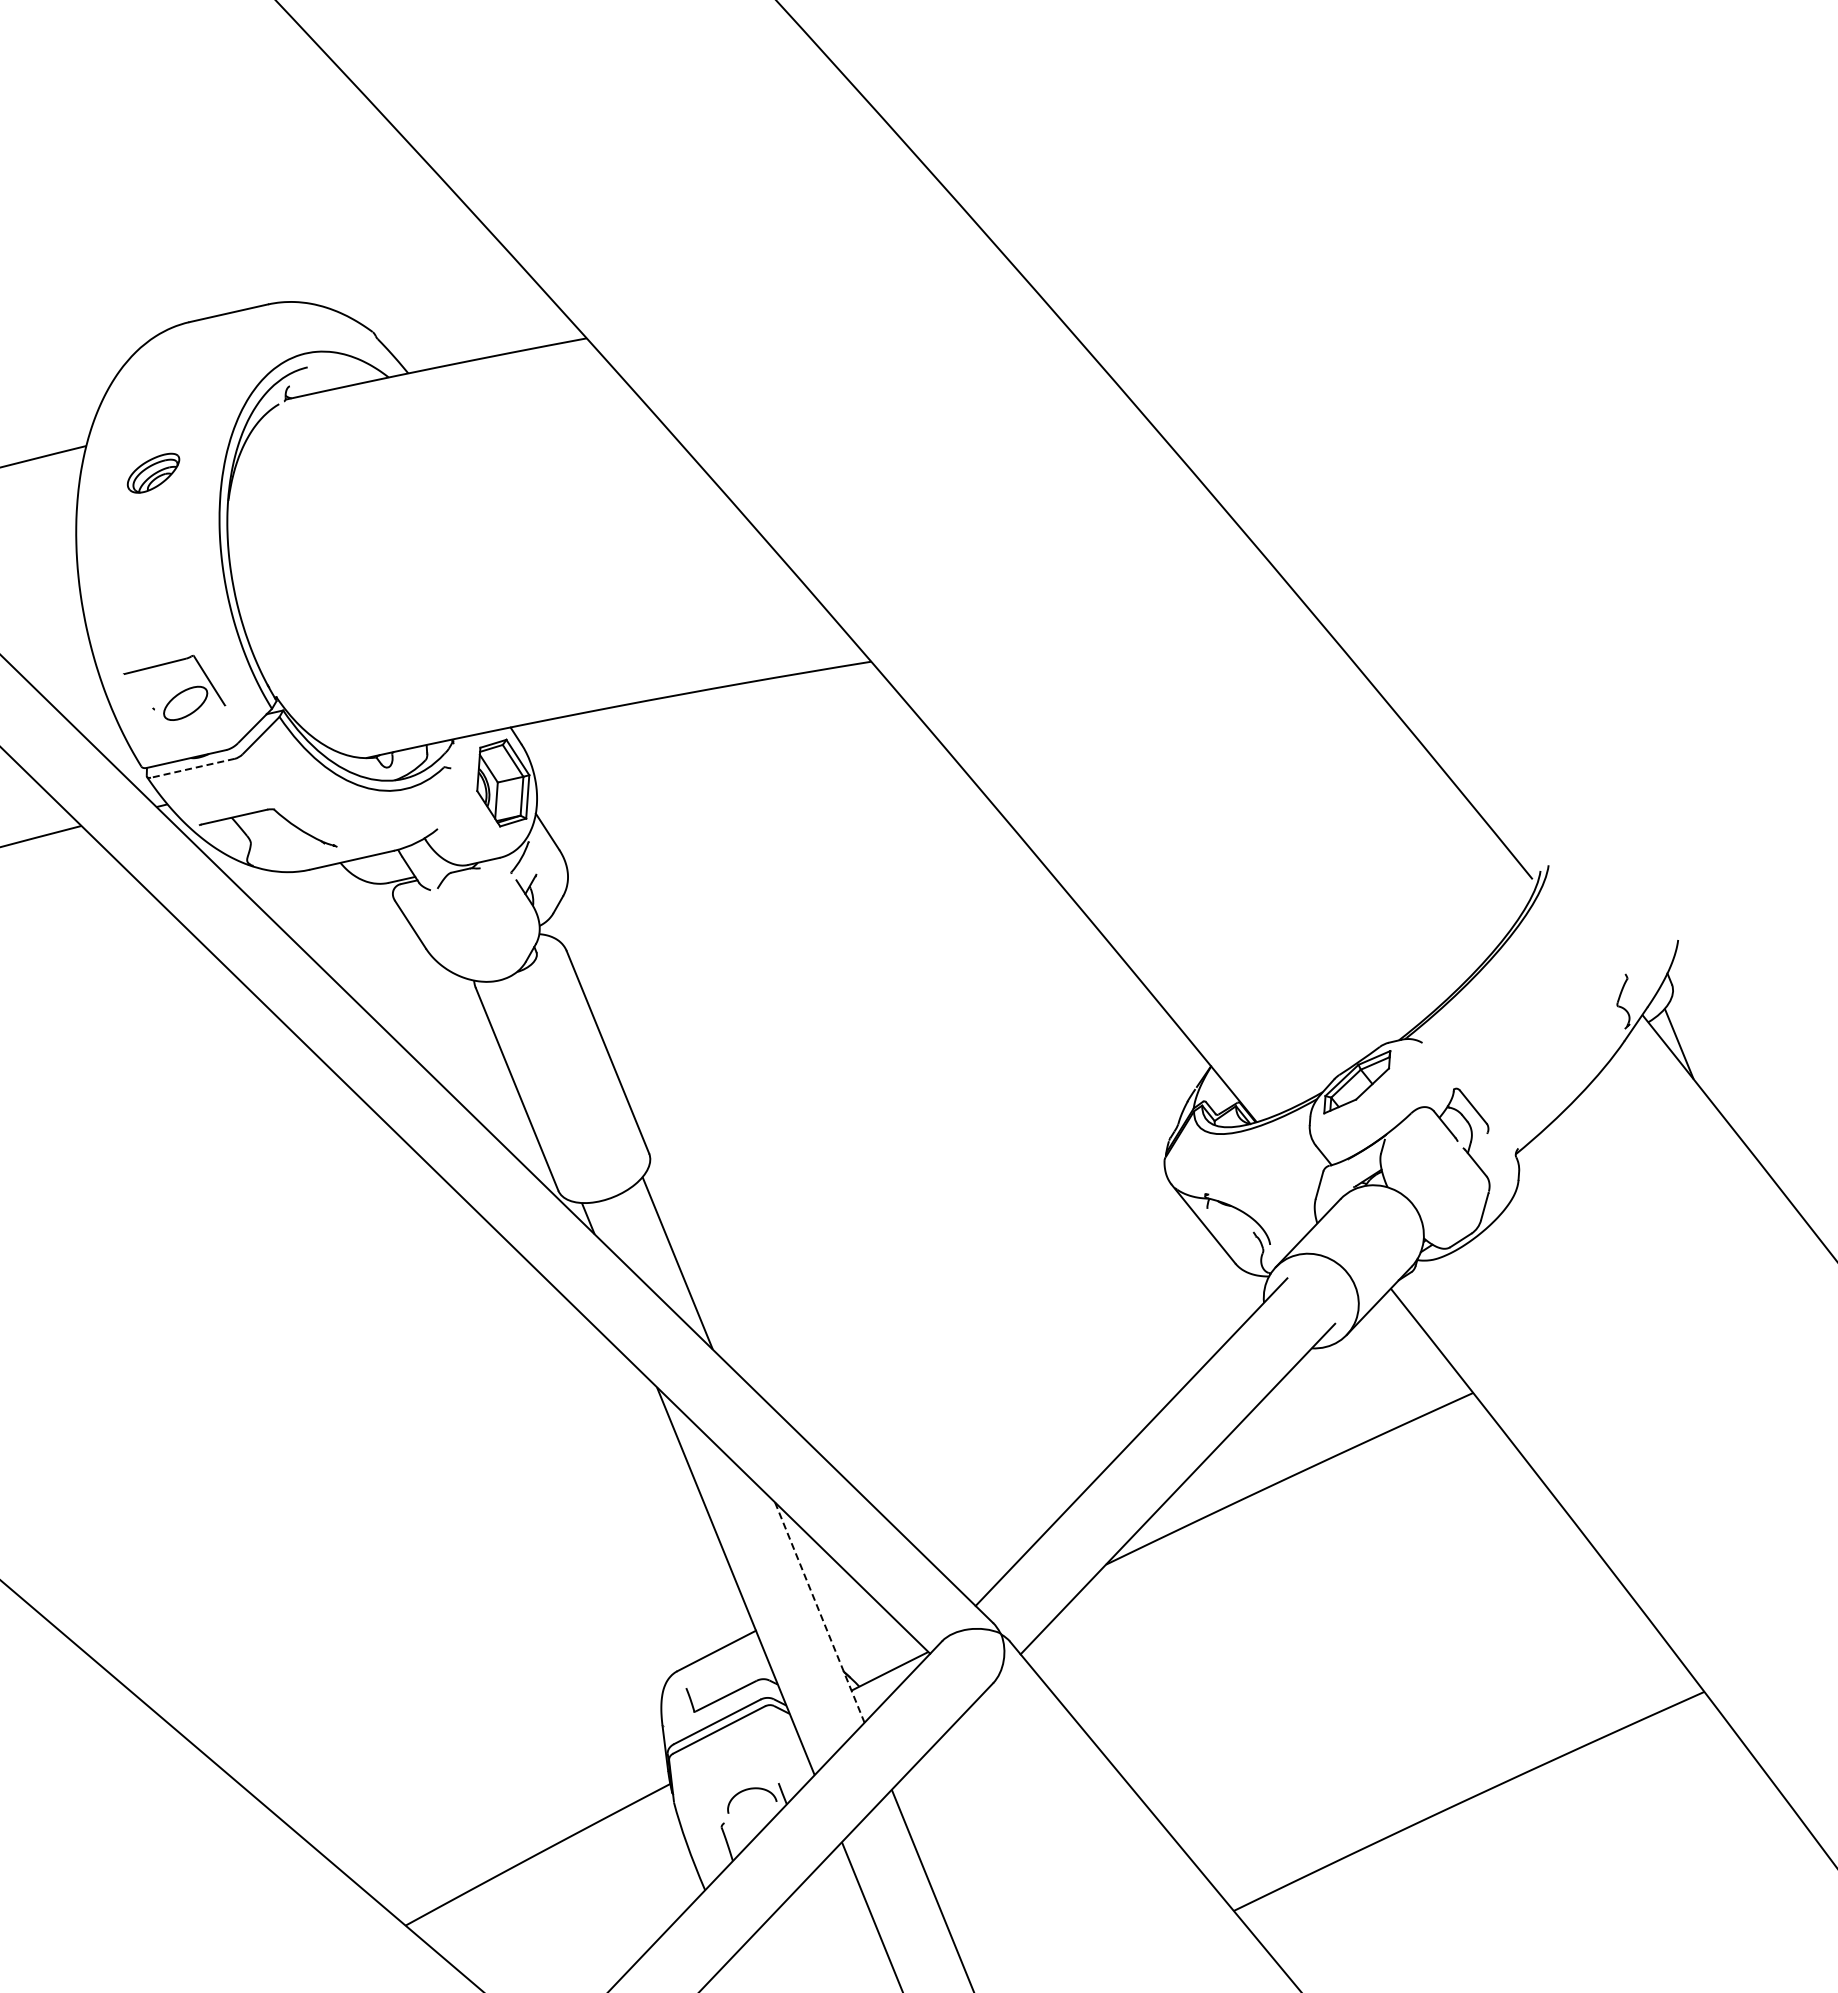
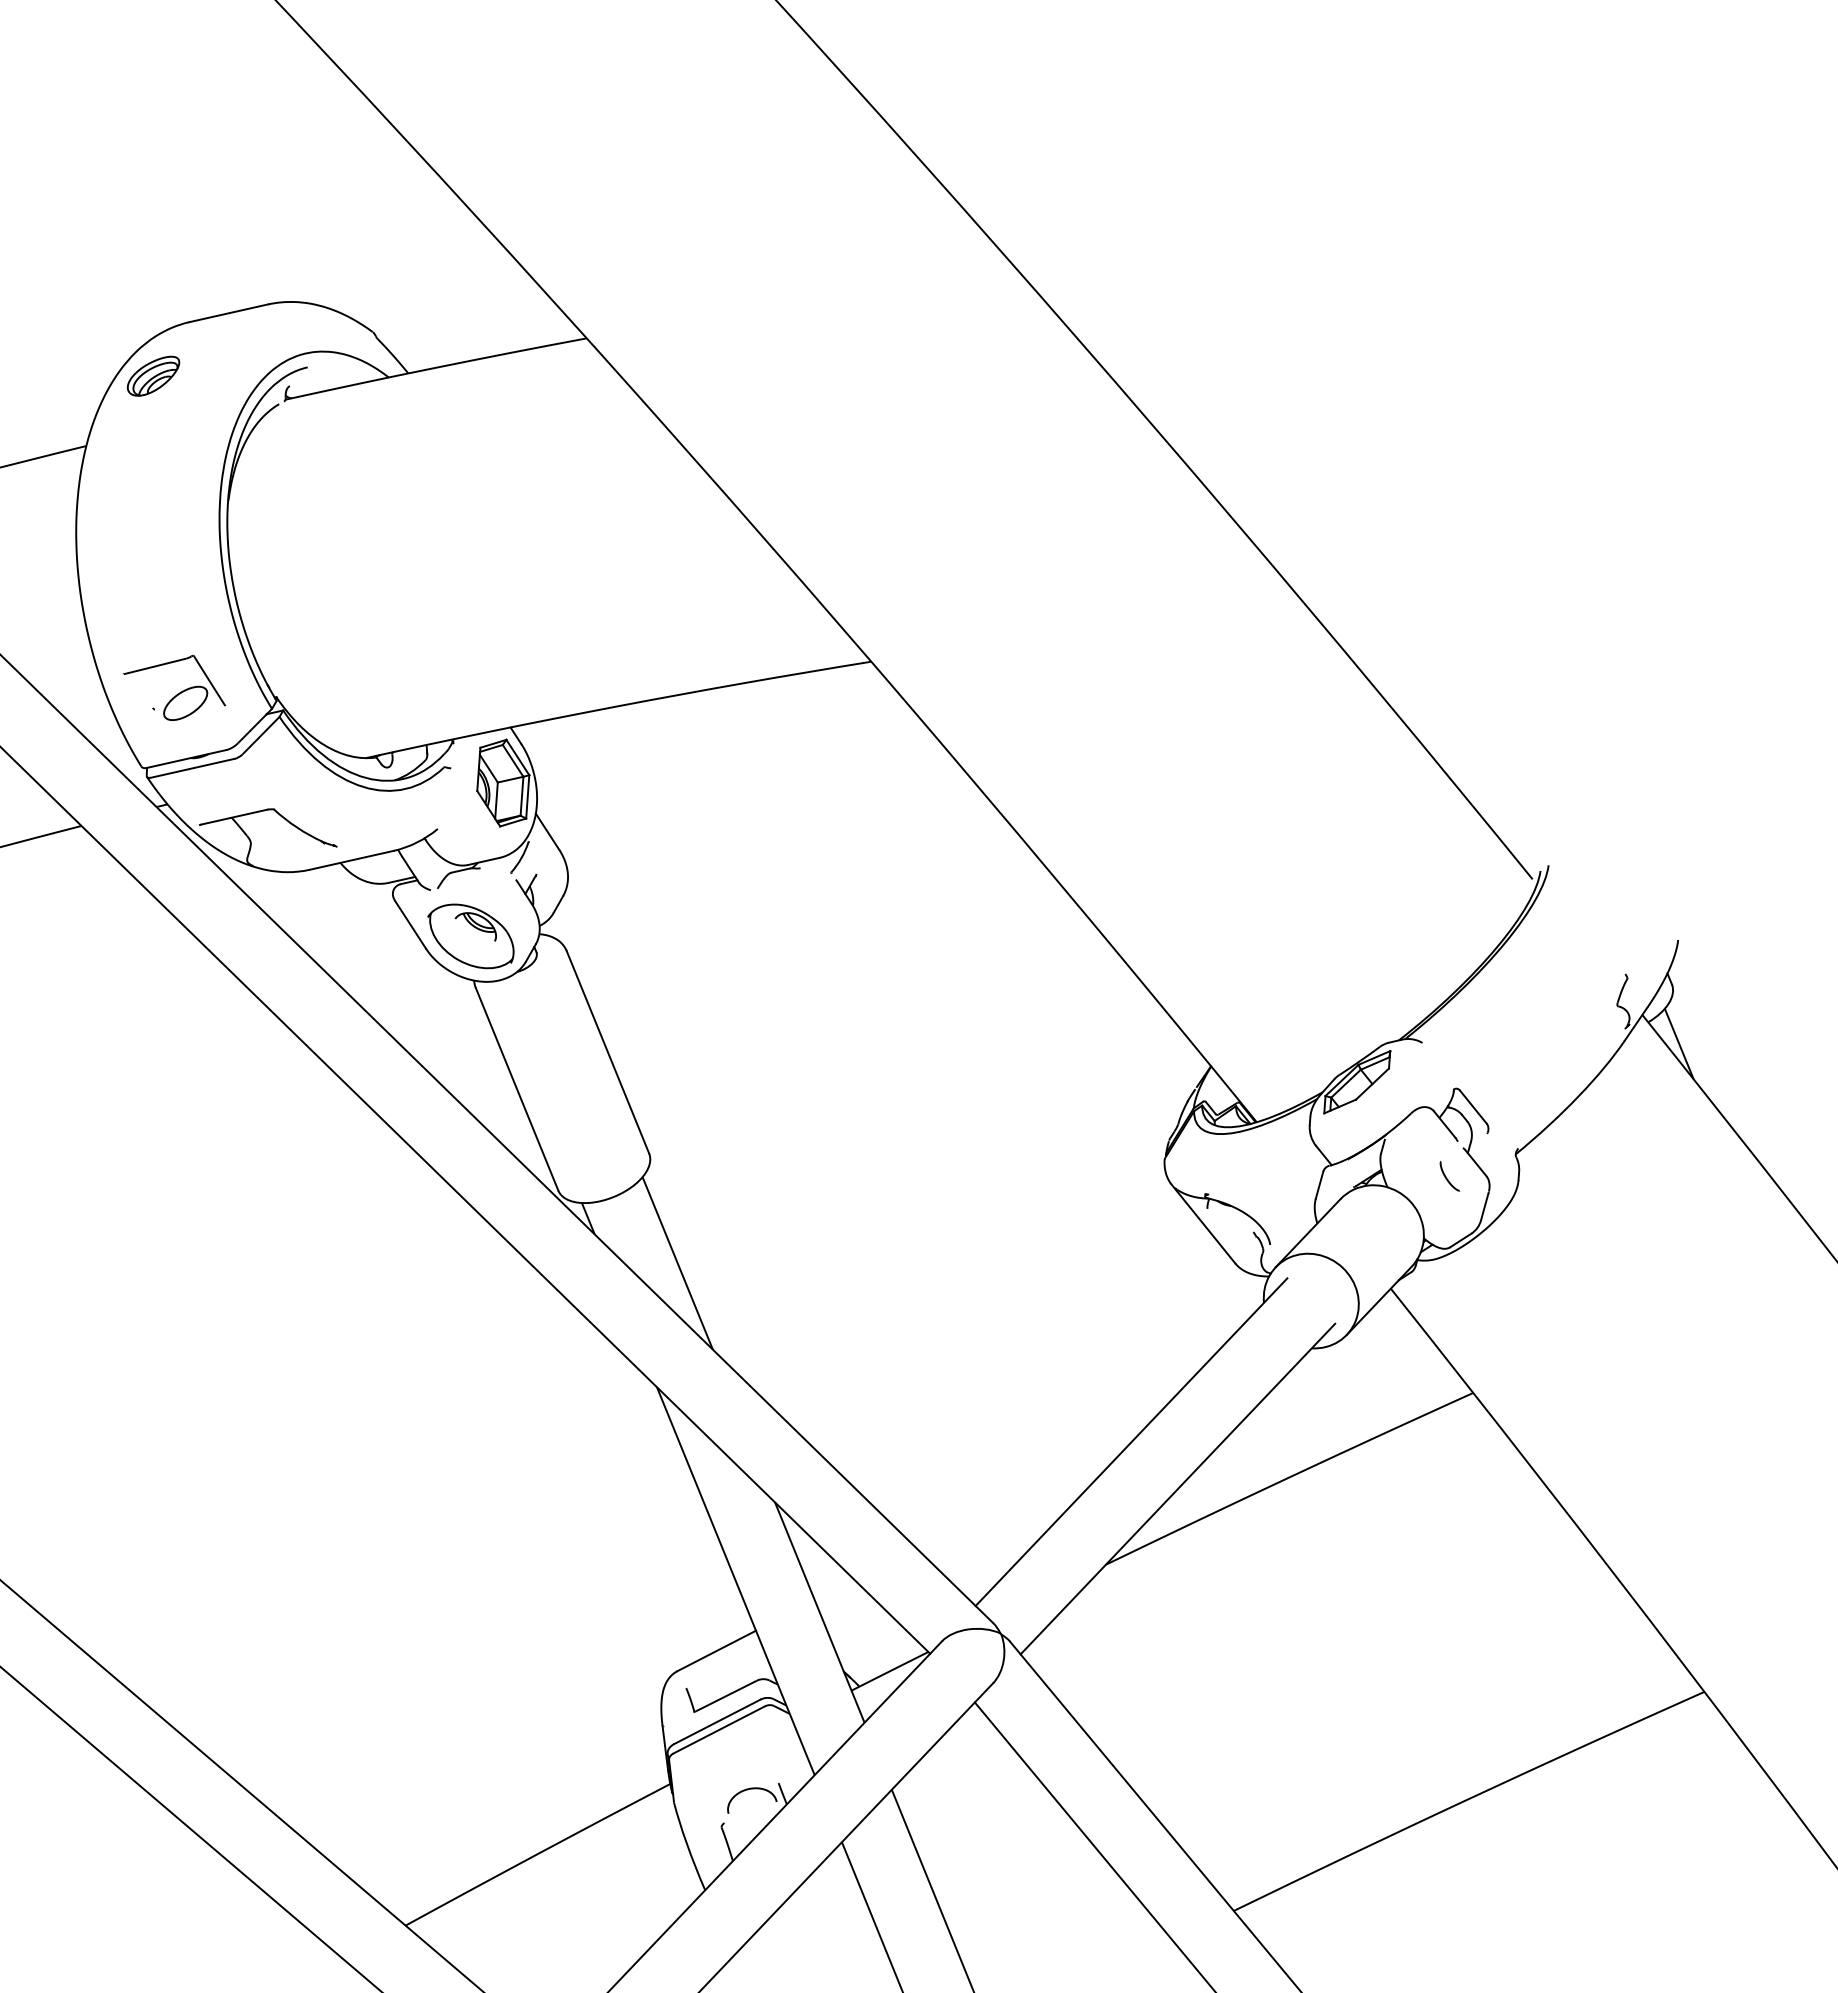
part at (153, 472) position: (153, 472) -> (153, 375)
line at (192, 768): dashed -> solid
part at (470, 936): none -> present
curve at (1447, 1178): none -> present
line at (819, 1612): dashed -> solid
line at (190, 1828): none -> present
line at (1093, 1845): none -> present
